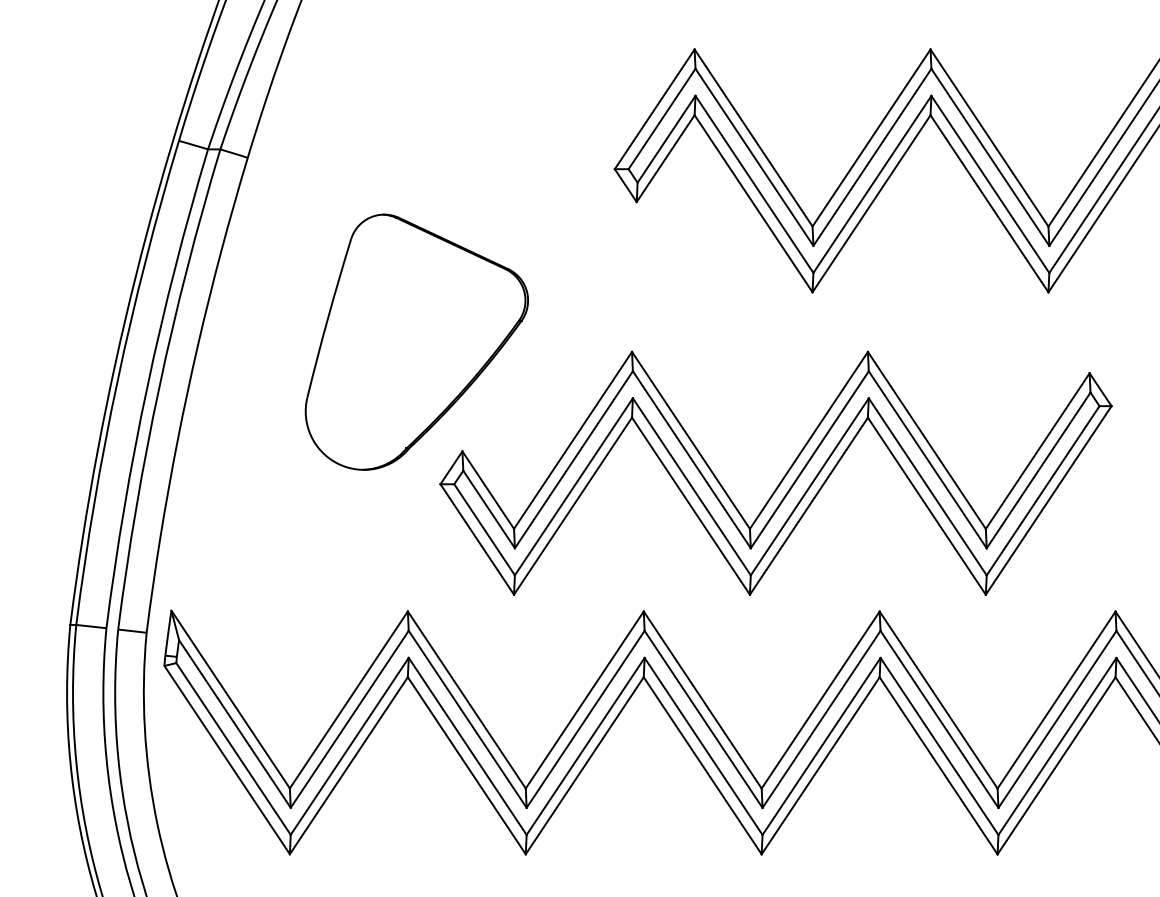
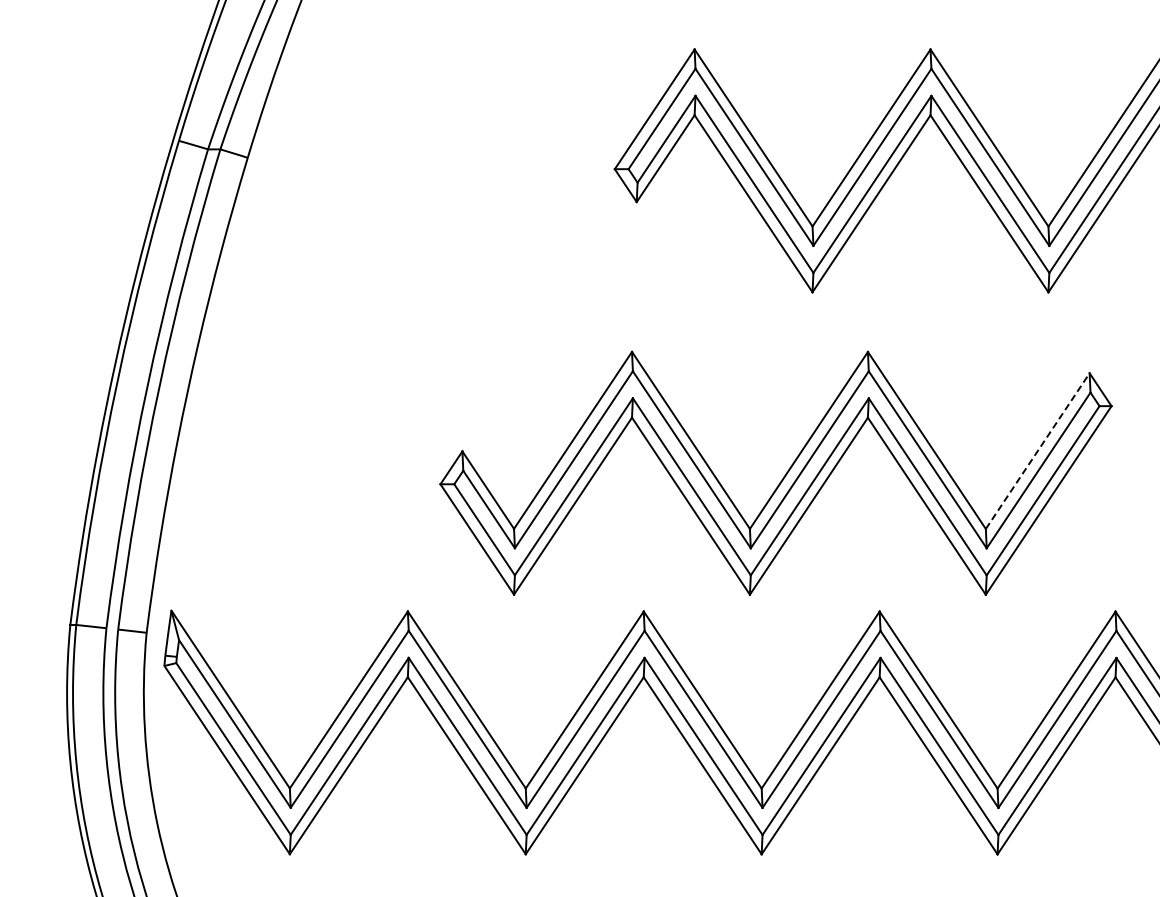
part at (416, 341): present -> none
line at (1037, 451): solid -> dashed
